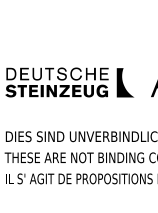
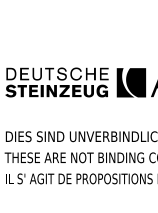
fill at (136, 82): none -> present
